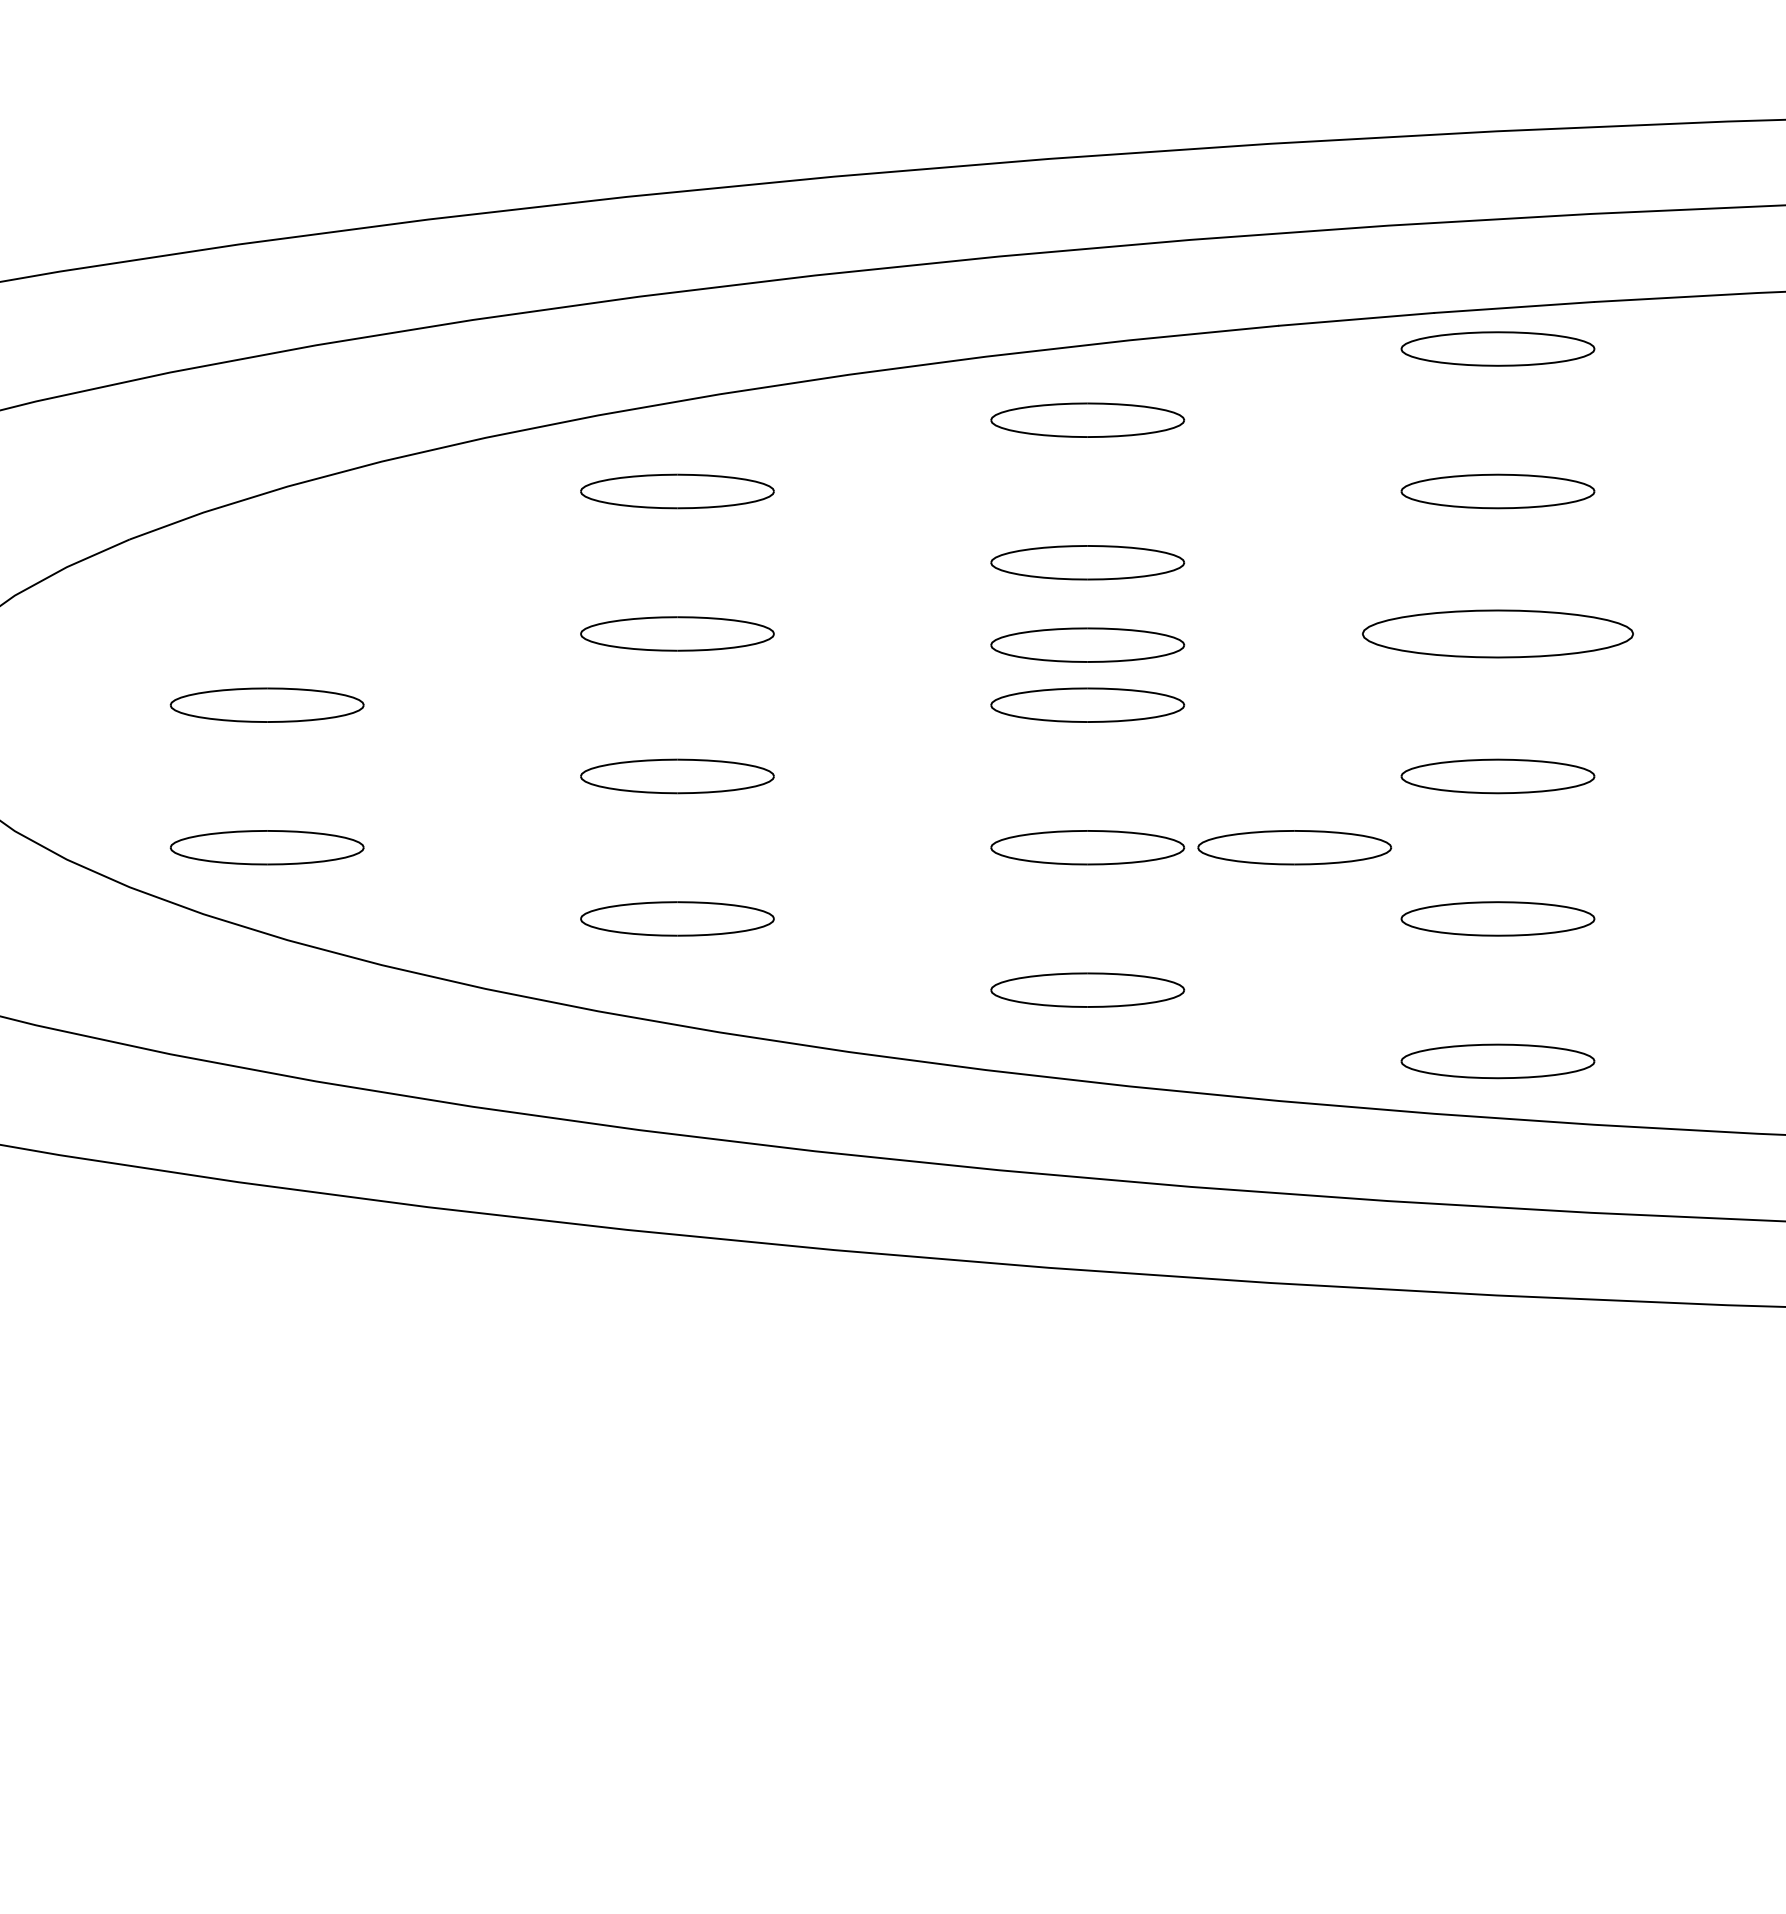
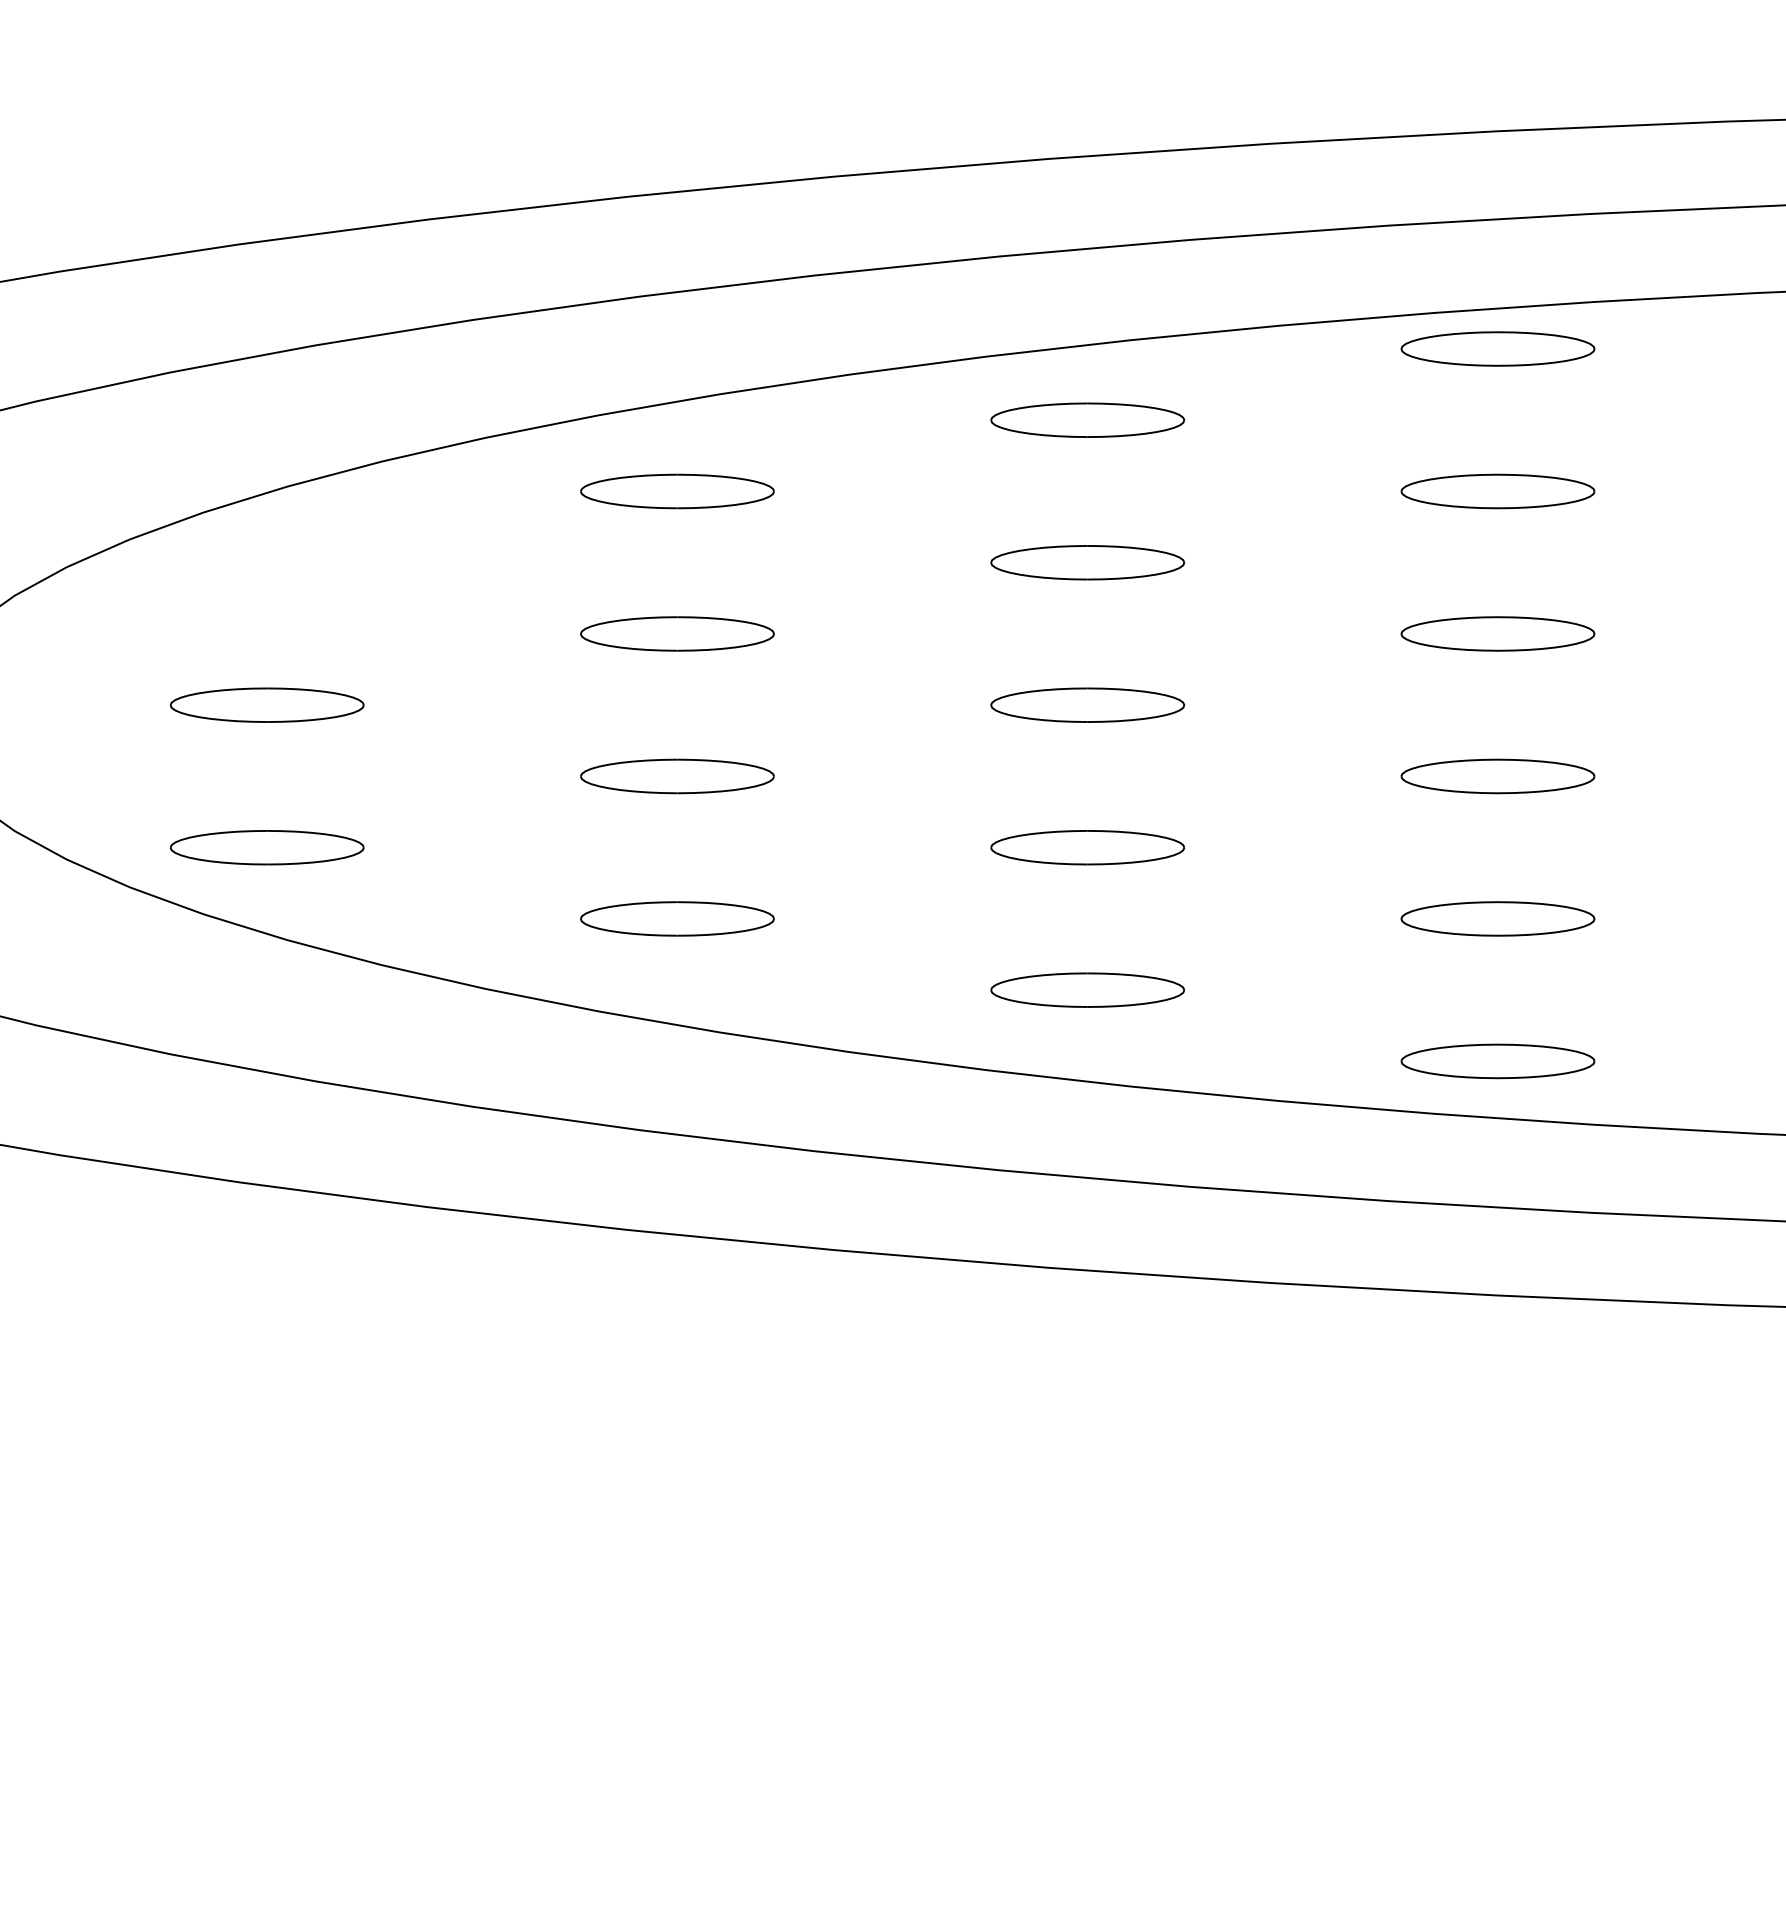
part at (1497, 633) size: 272x50 px -> 196x36 px
part at (1087, 644): present -> none
part at (1294, 847): present -> none
